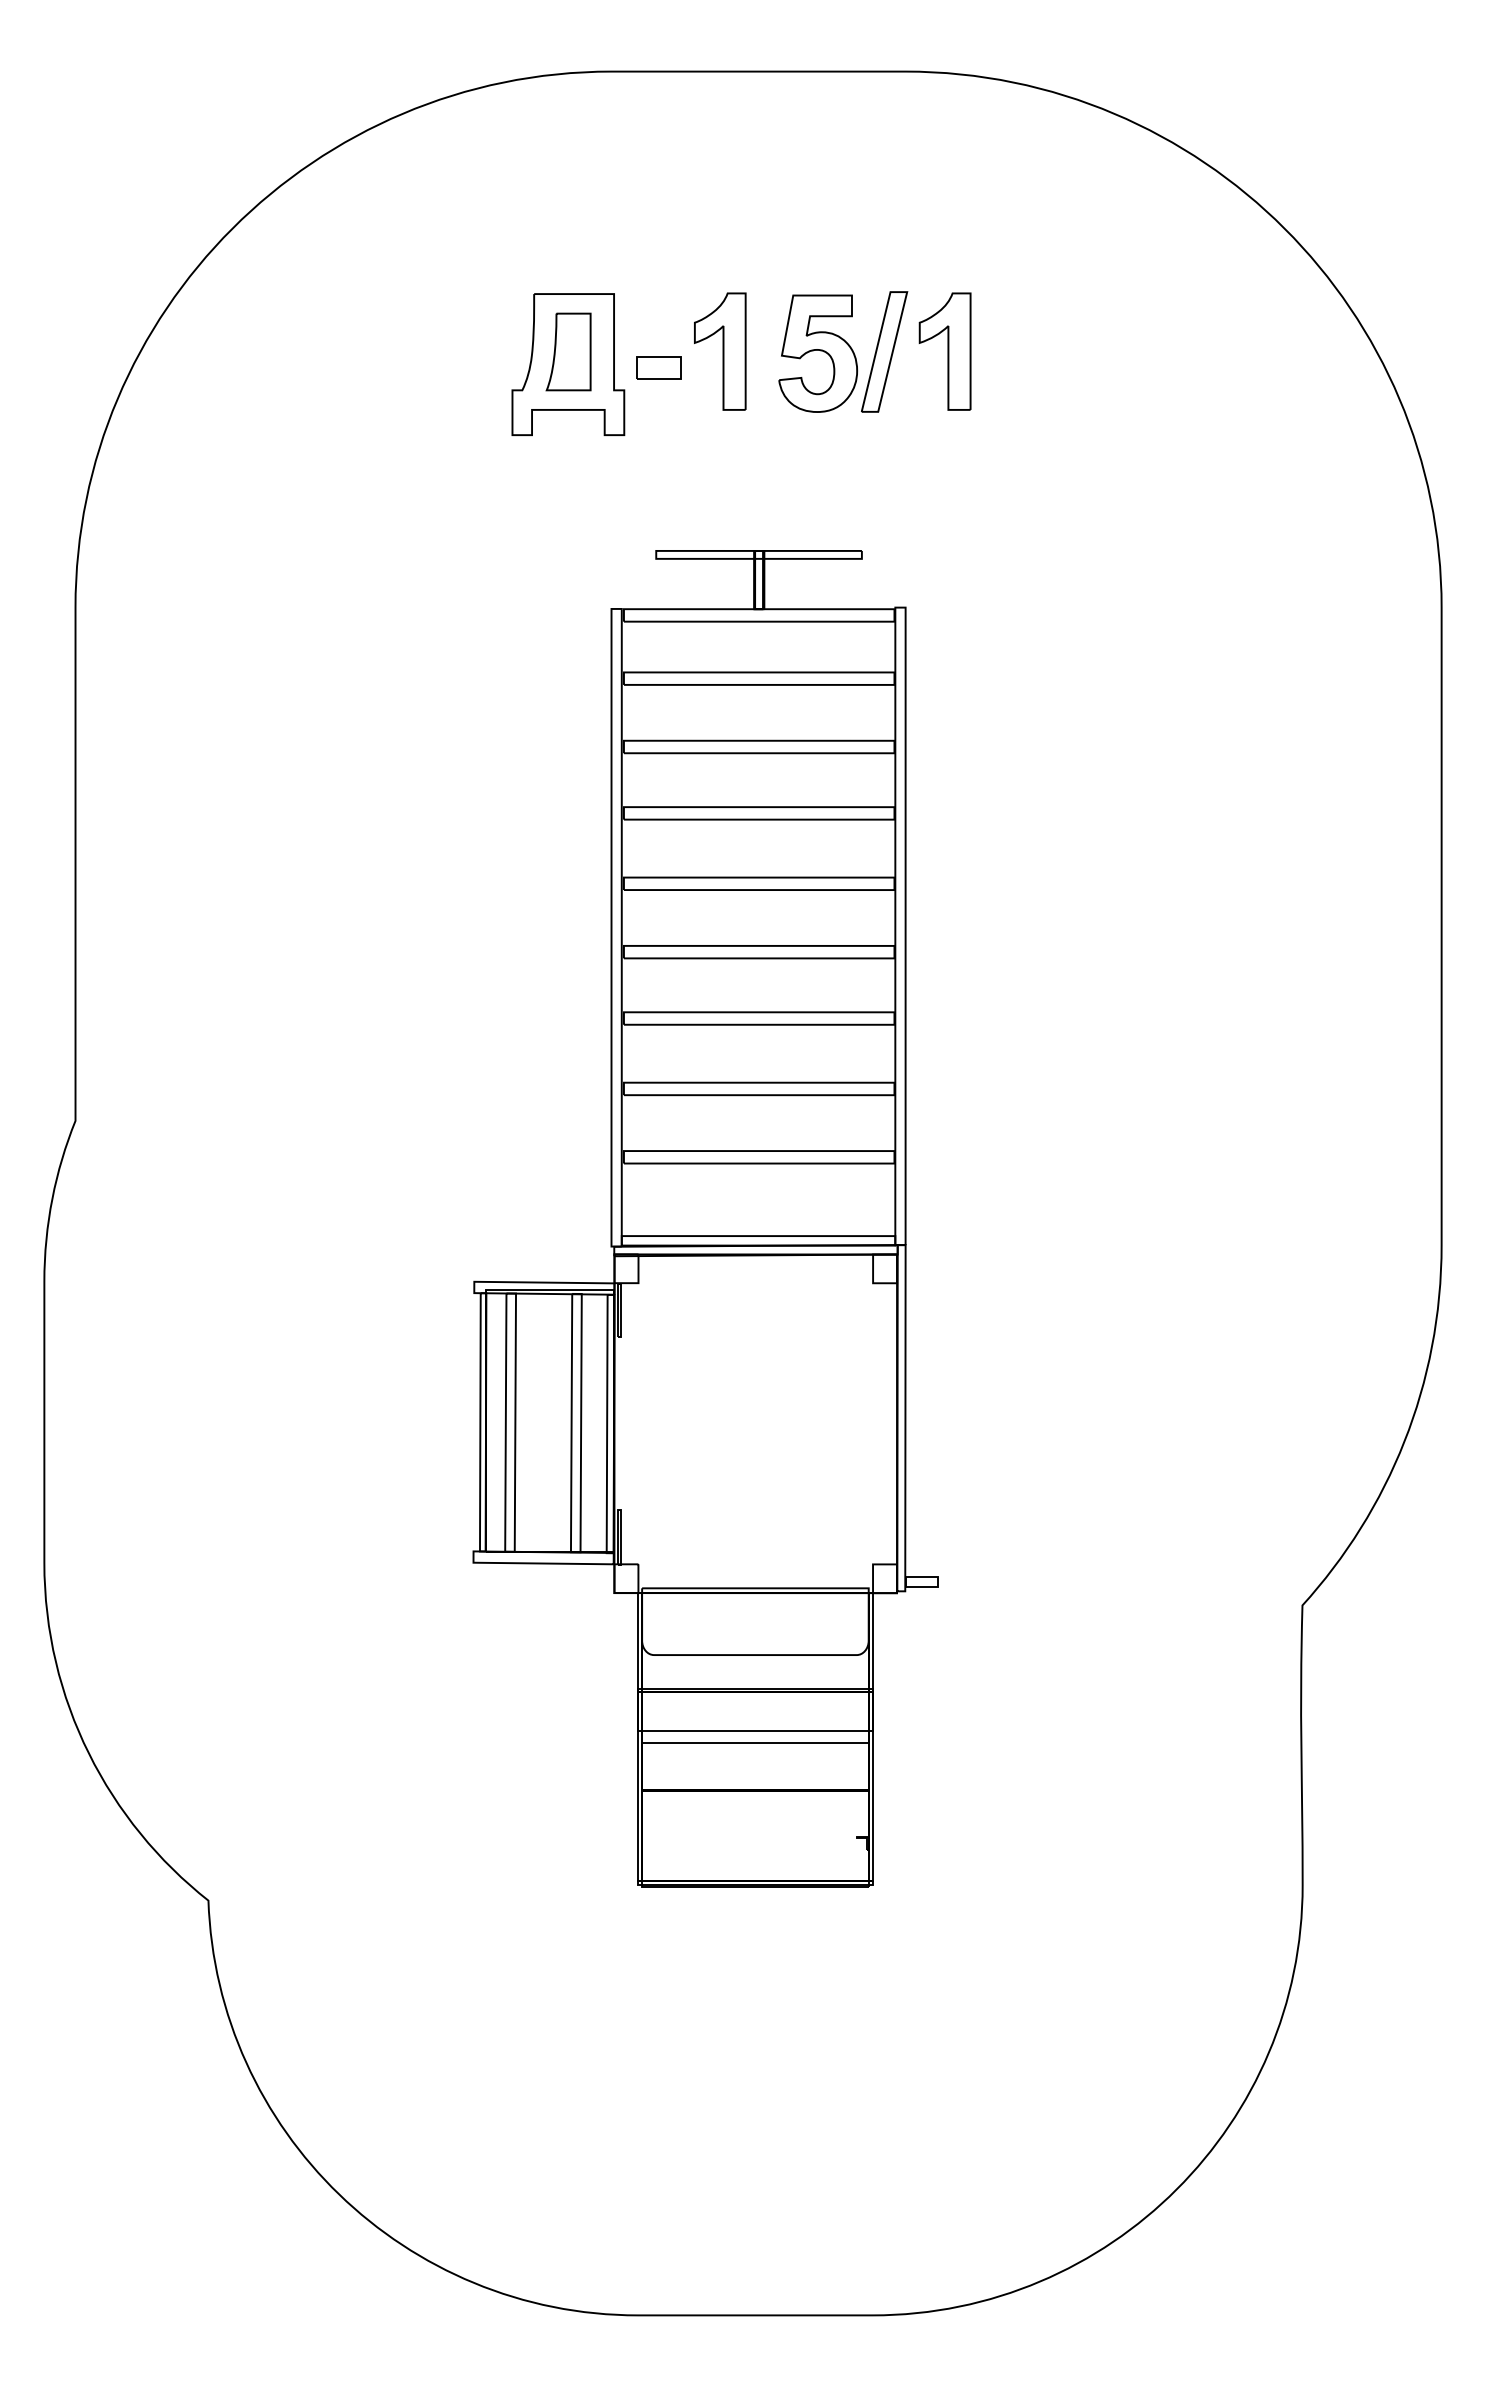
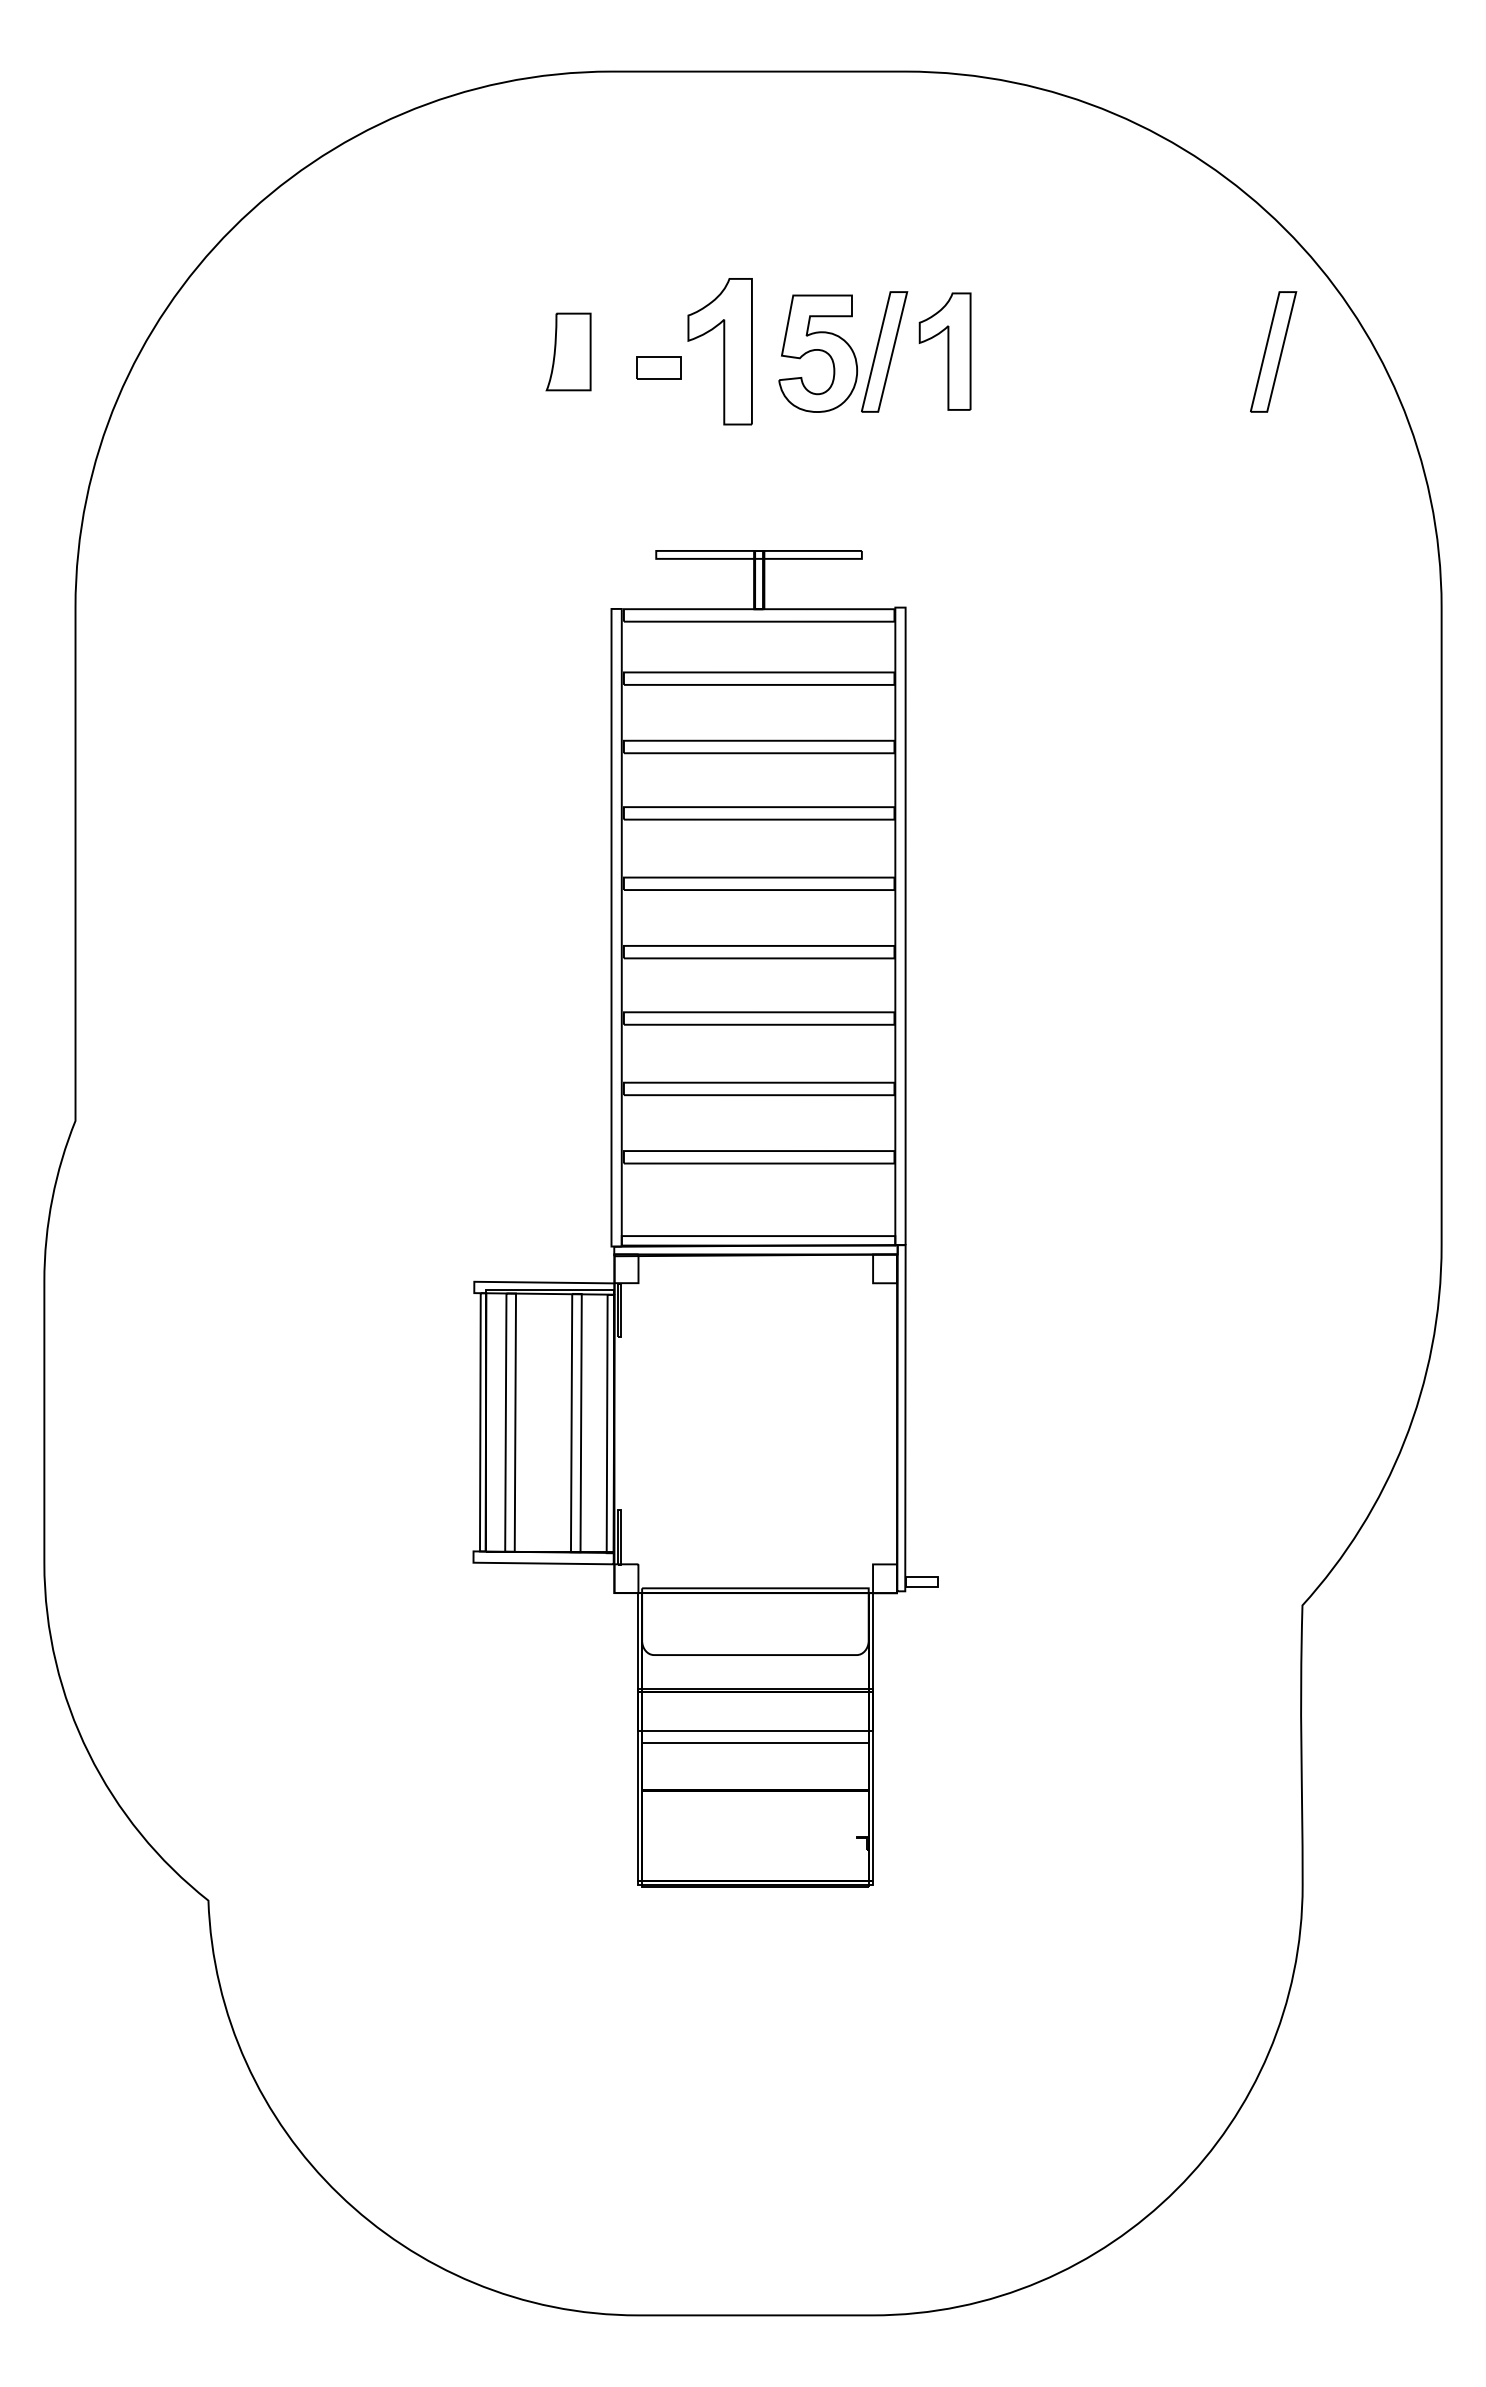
part at (720, 351) size: 53x119 px -> 66x148 px
part at (1273, 351): none -> present
part at (568, 364): present -> none
